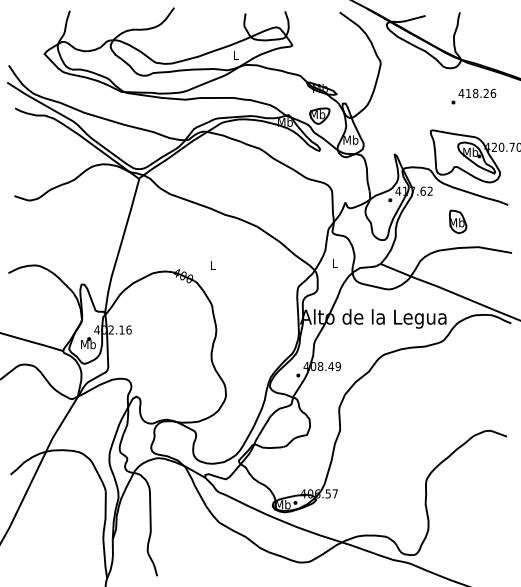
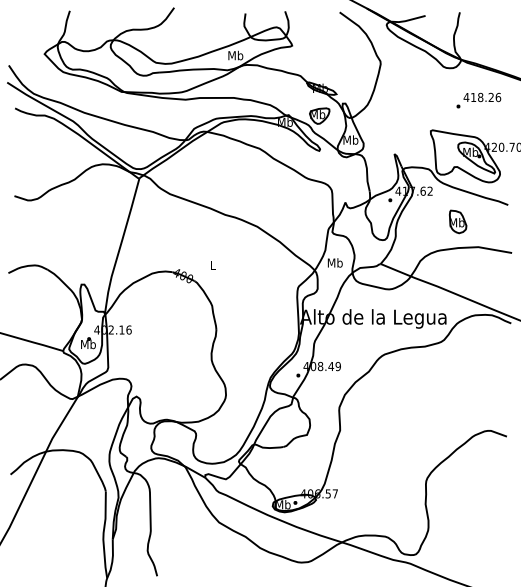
text at (235, 55): L -> Mb
text at (473, 96) position: (473, 96) -> (478, 100)
text at (334, 262): L -> Mb
